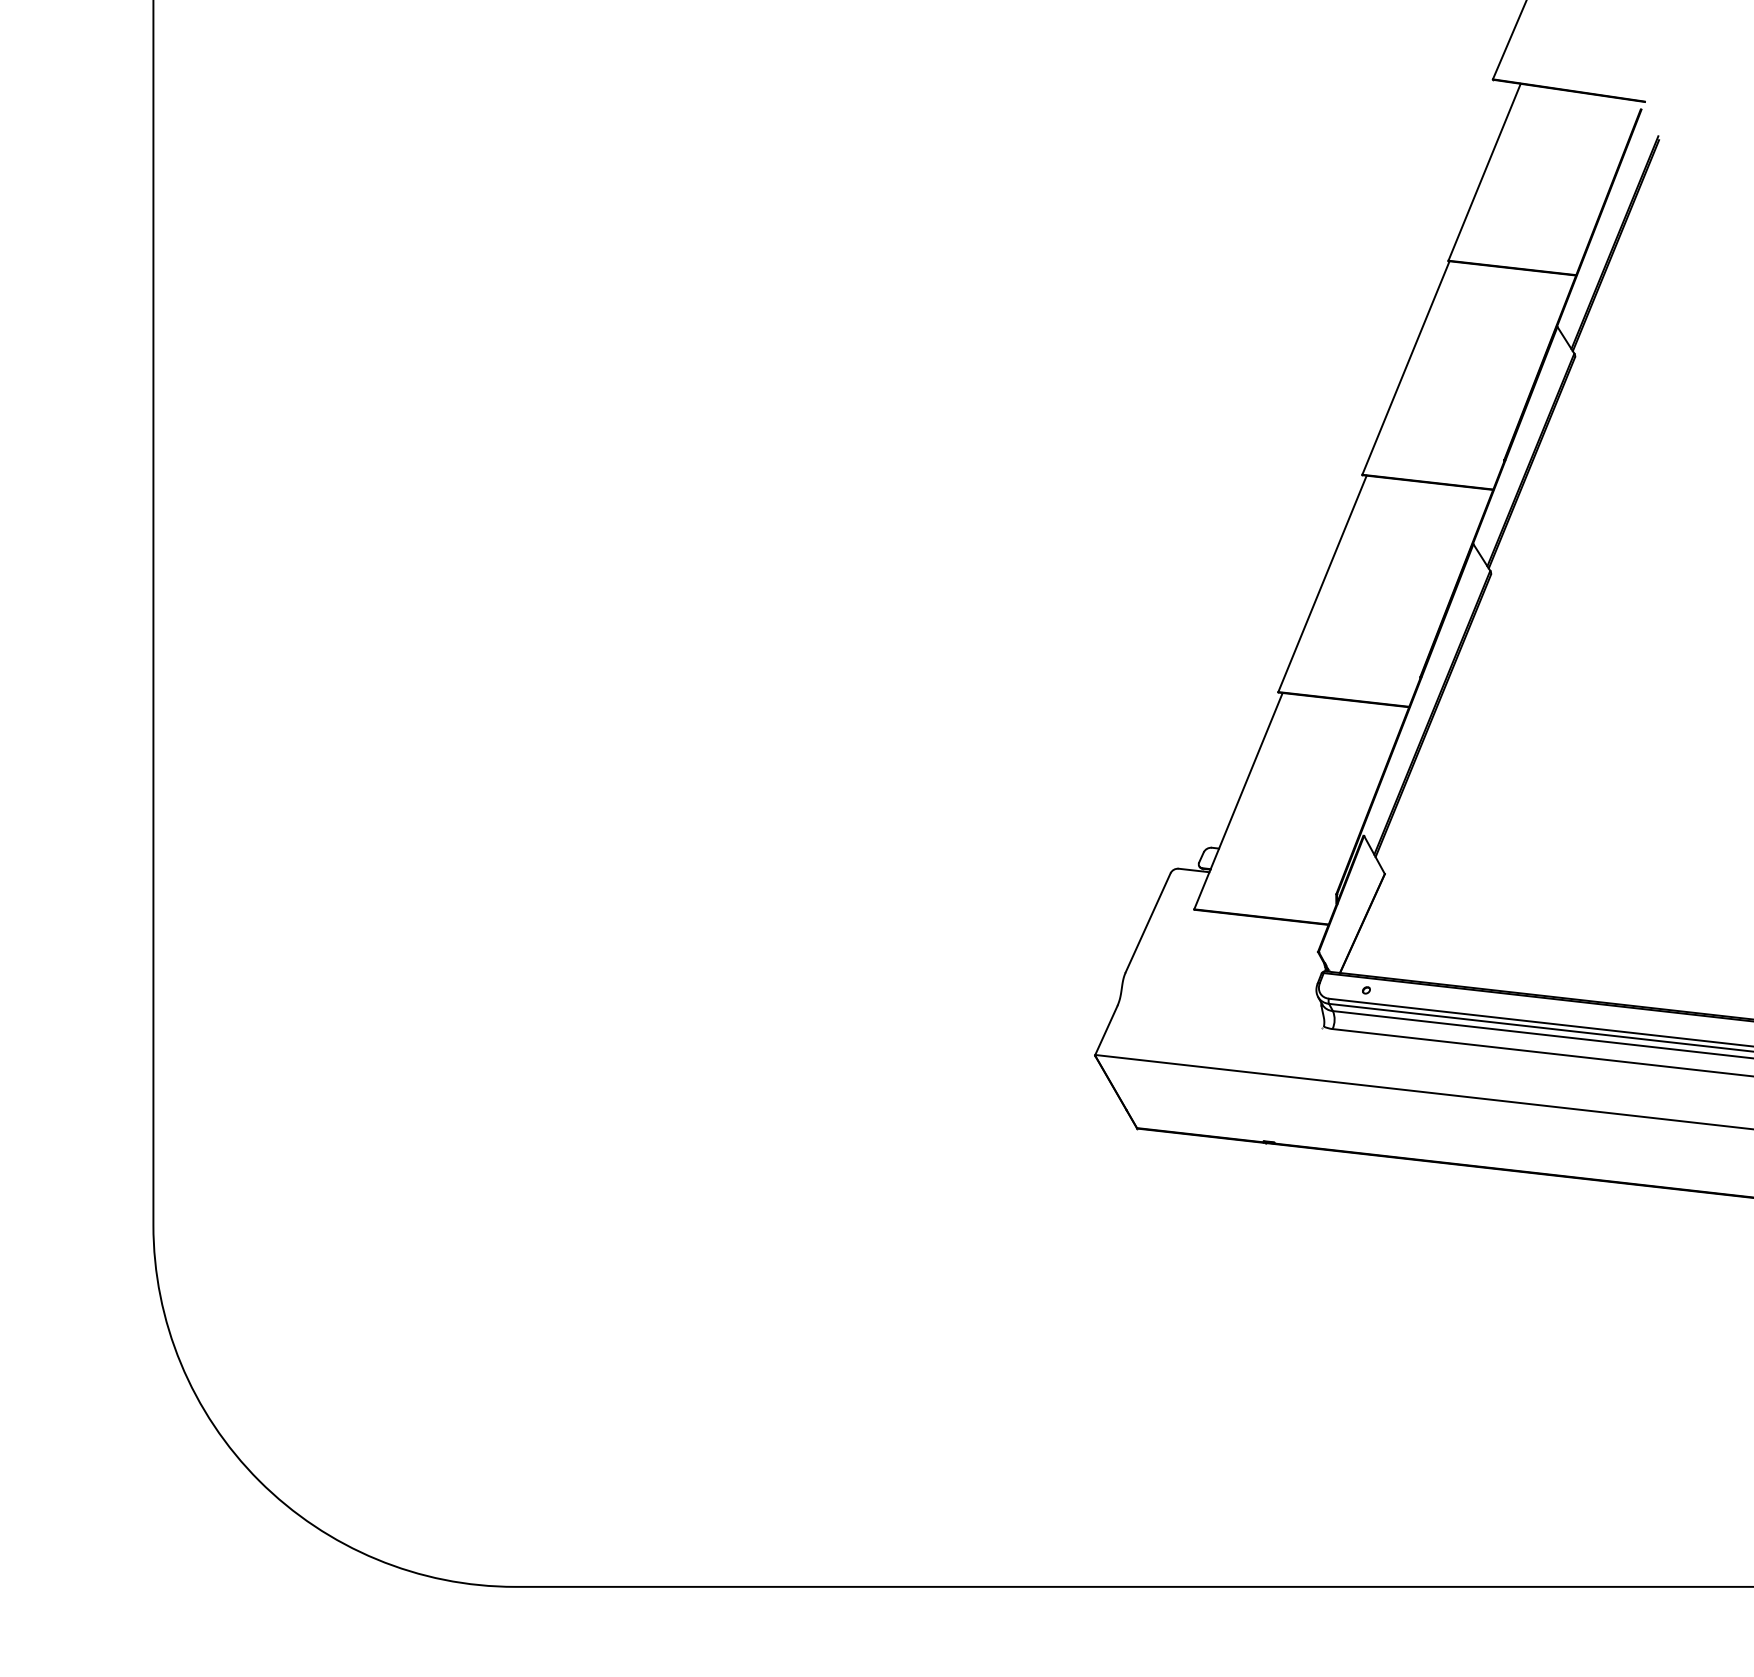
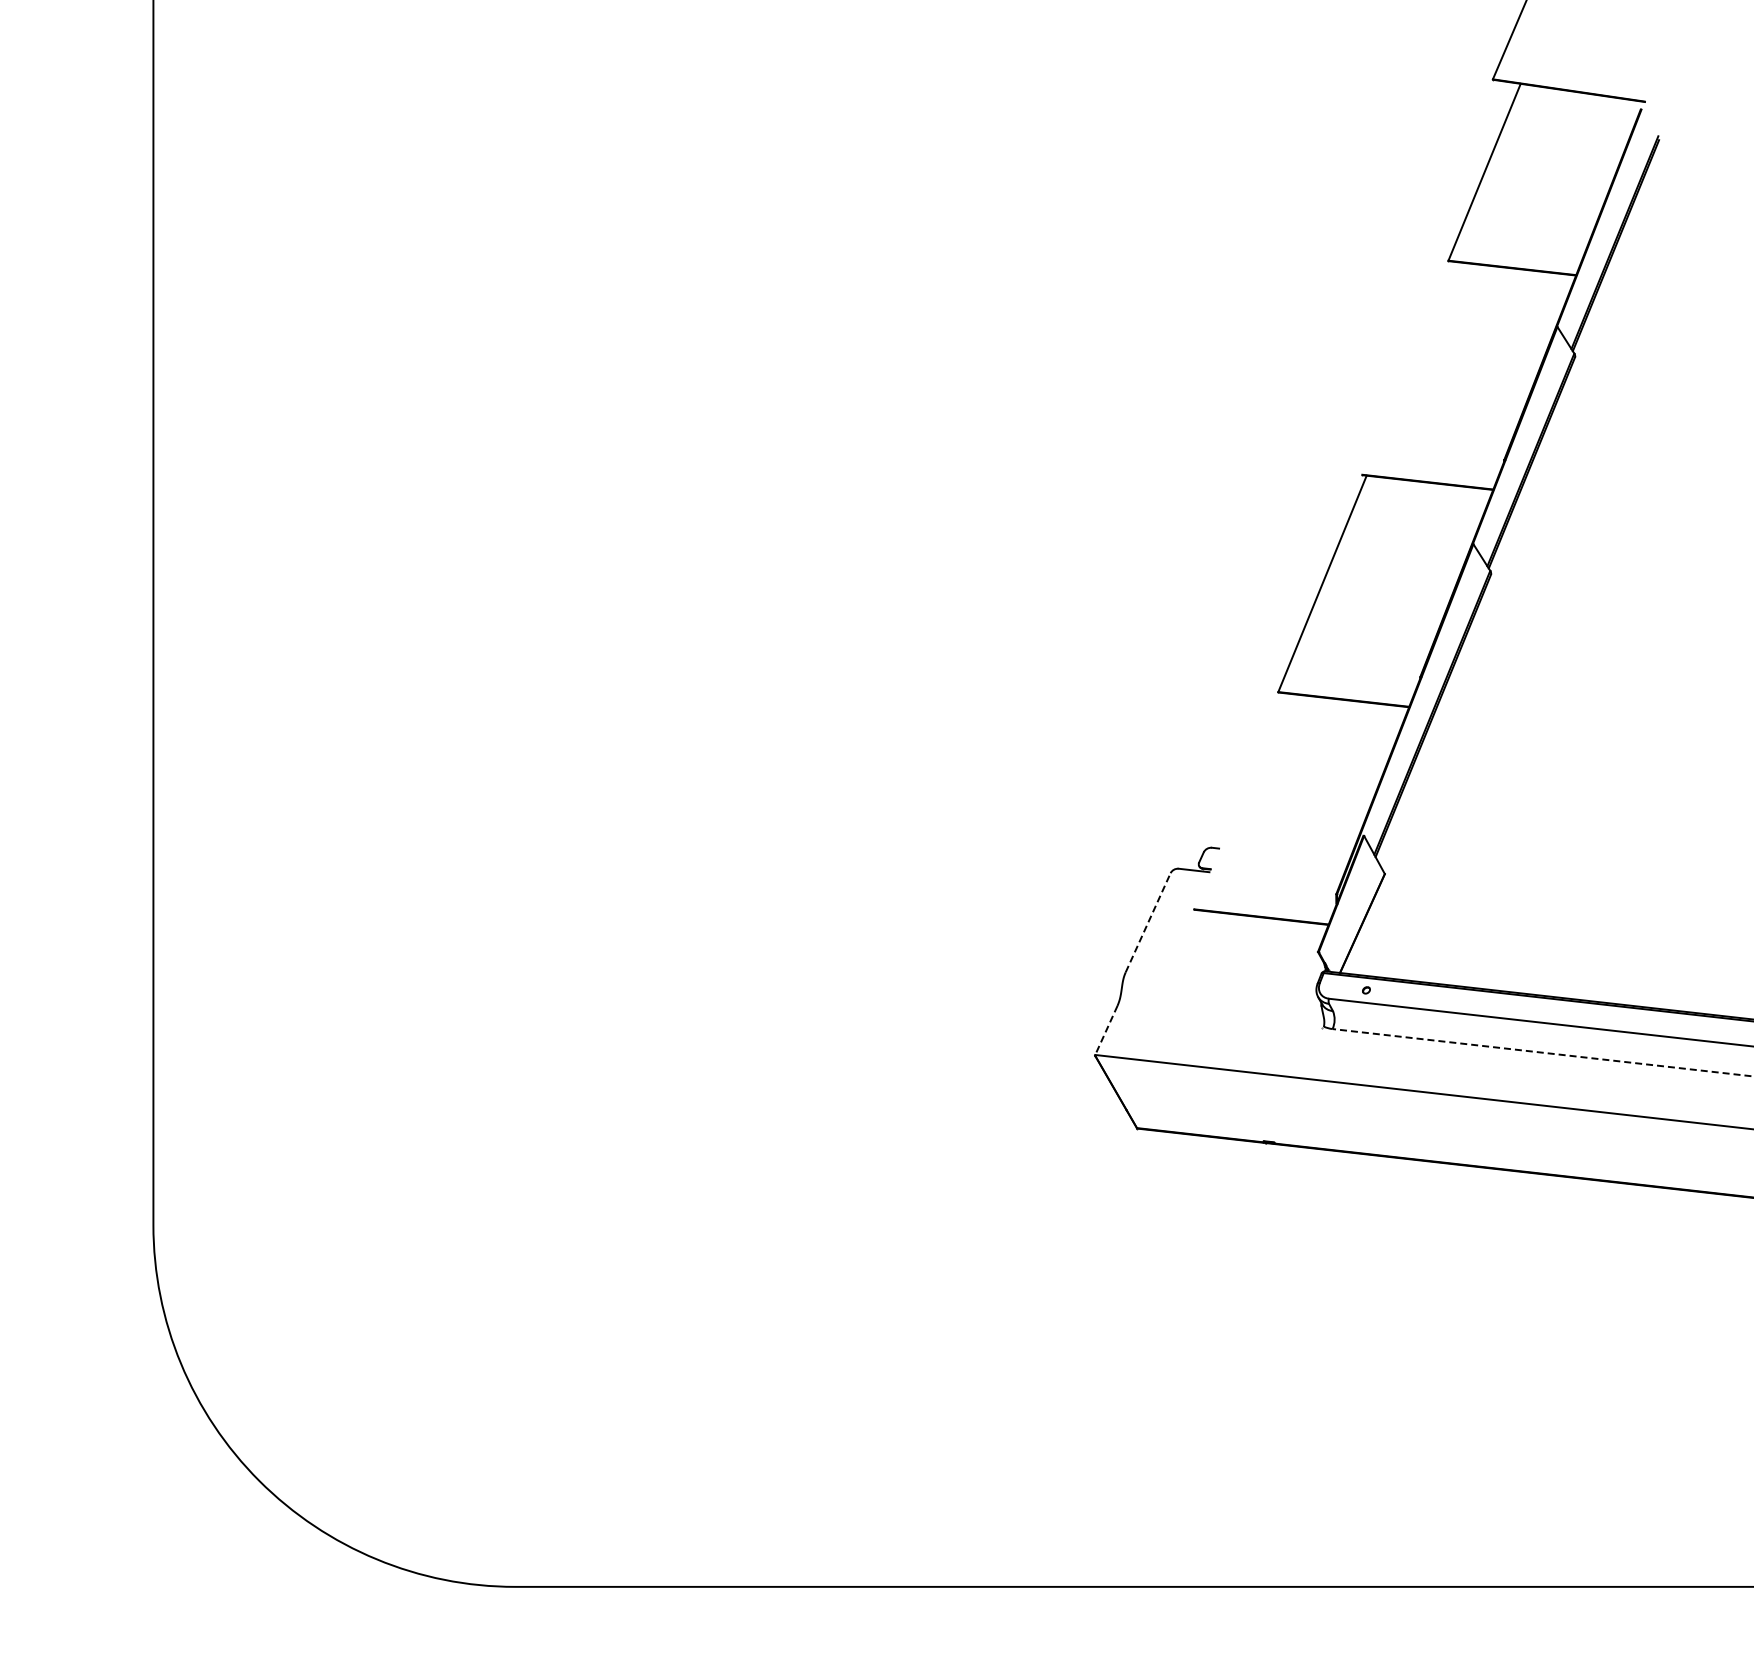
line at (1405, 367): present -> none
line at (1238, 801): present -> none
line at (1148, 922): solid -> dashed
line at (1539, 1027): present -> none
line at (1106, 1030): solid -> dashed
line at (1541, 1034): present -> none
line at (1543, 1052): solid -> dashed
